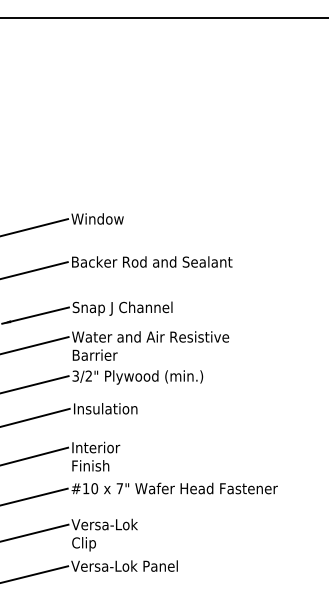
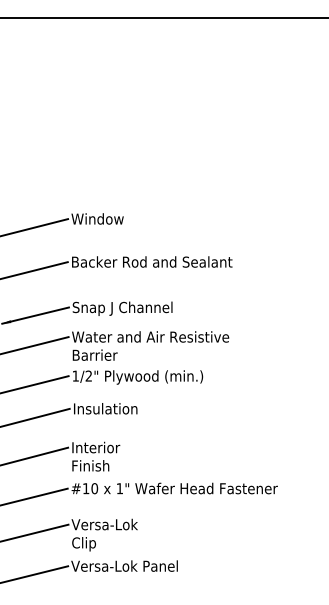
text at (75, 375): 3/2" -> 1/2"
text at (119, 488): 7" -> 1"
